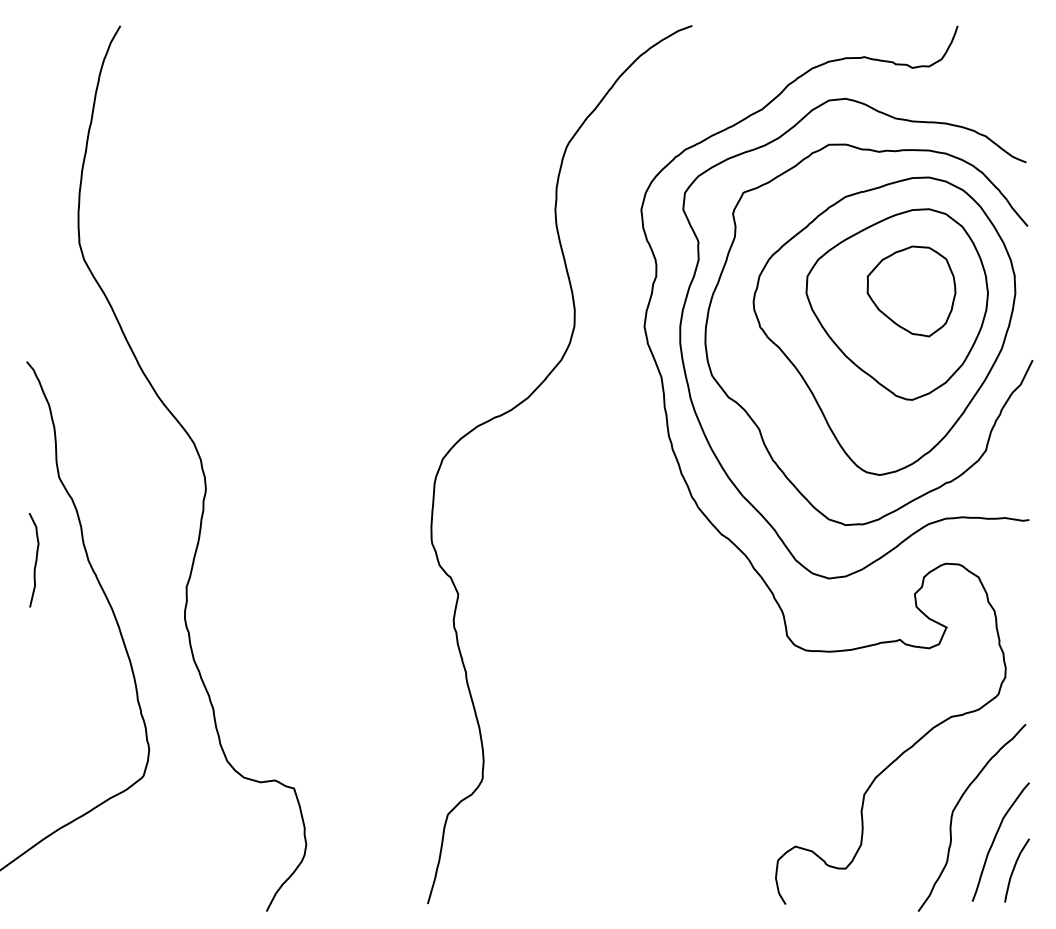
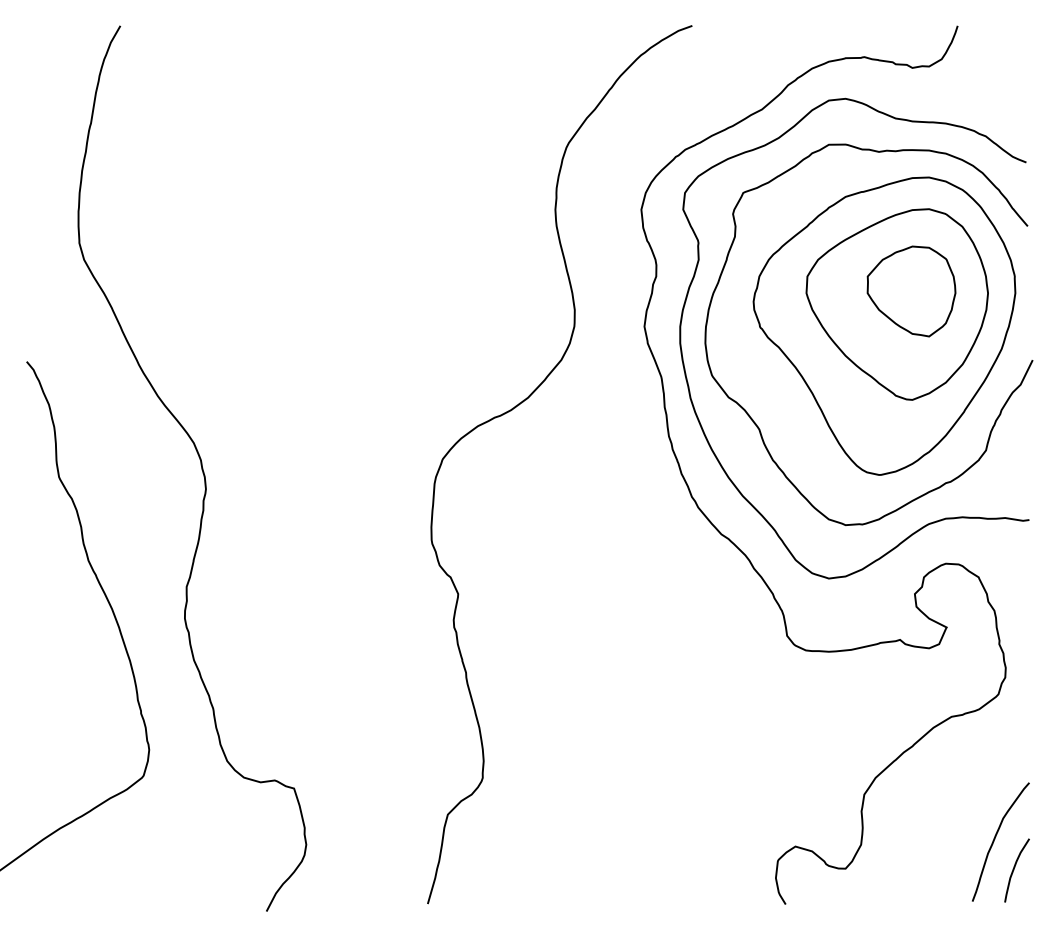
curve at (35, 560): present -> none
curve at (955, 809): present -> none
